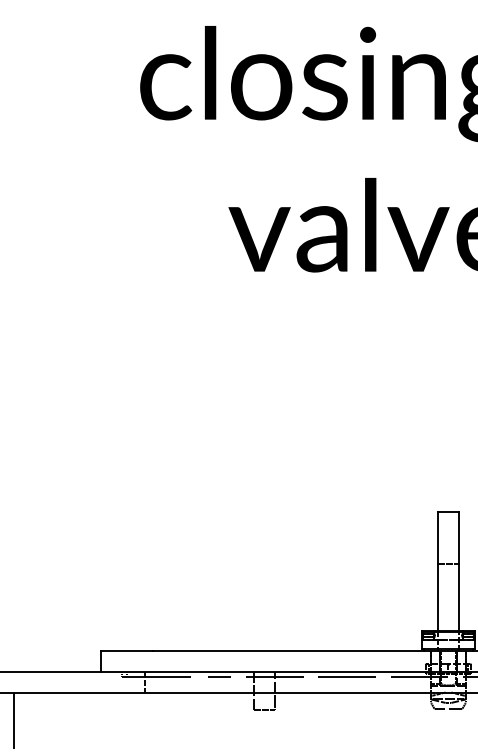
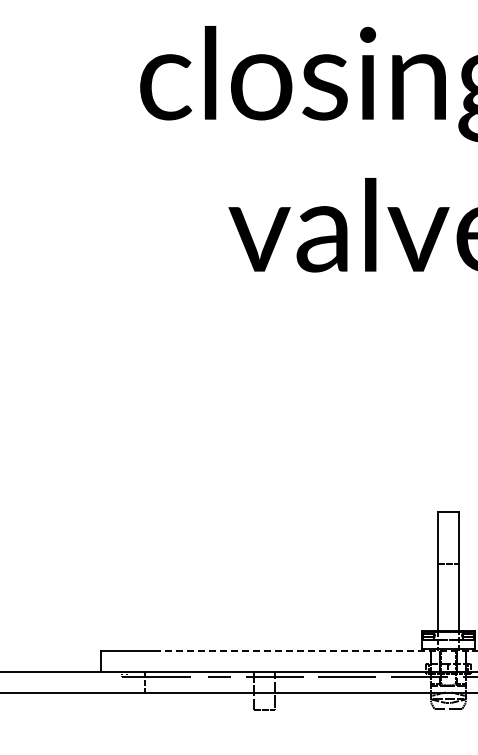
line at (315, 650): solid -> dashed
line at (14, 721): present -> none
